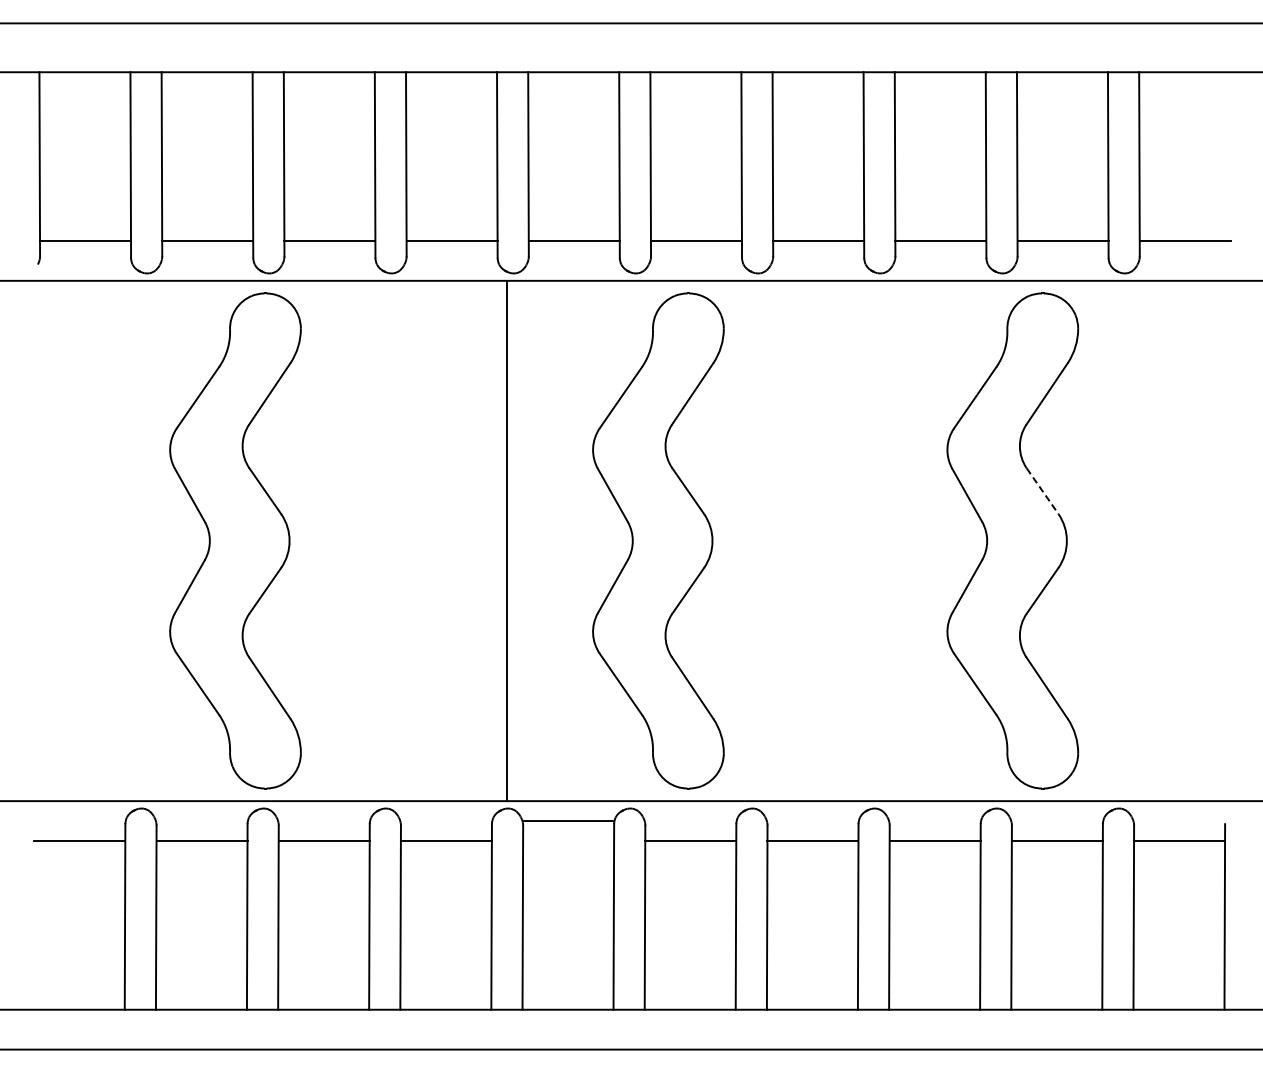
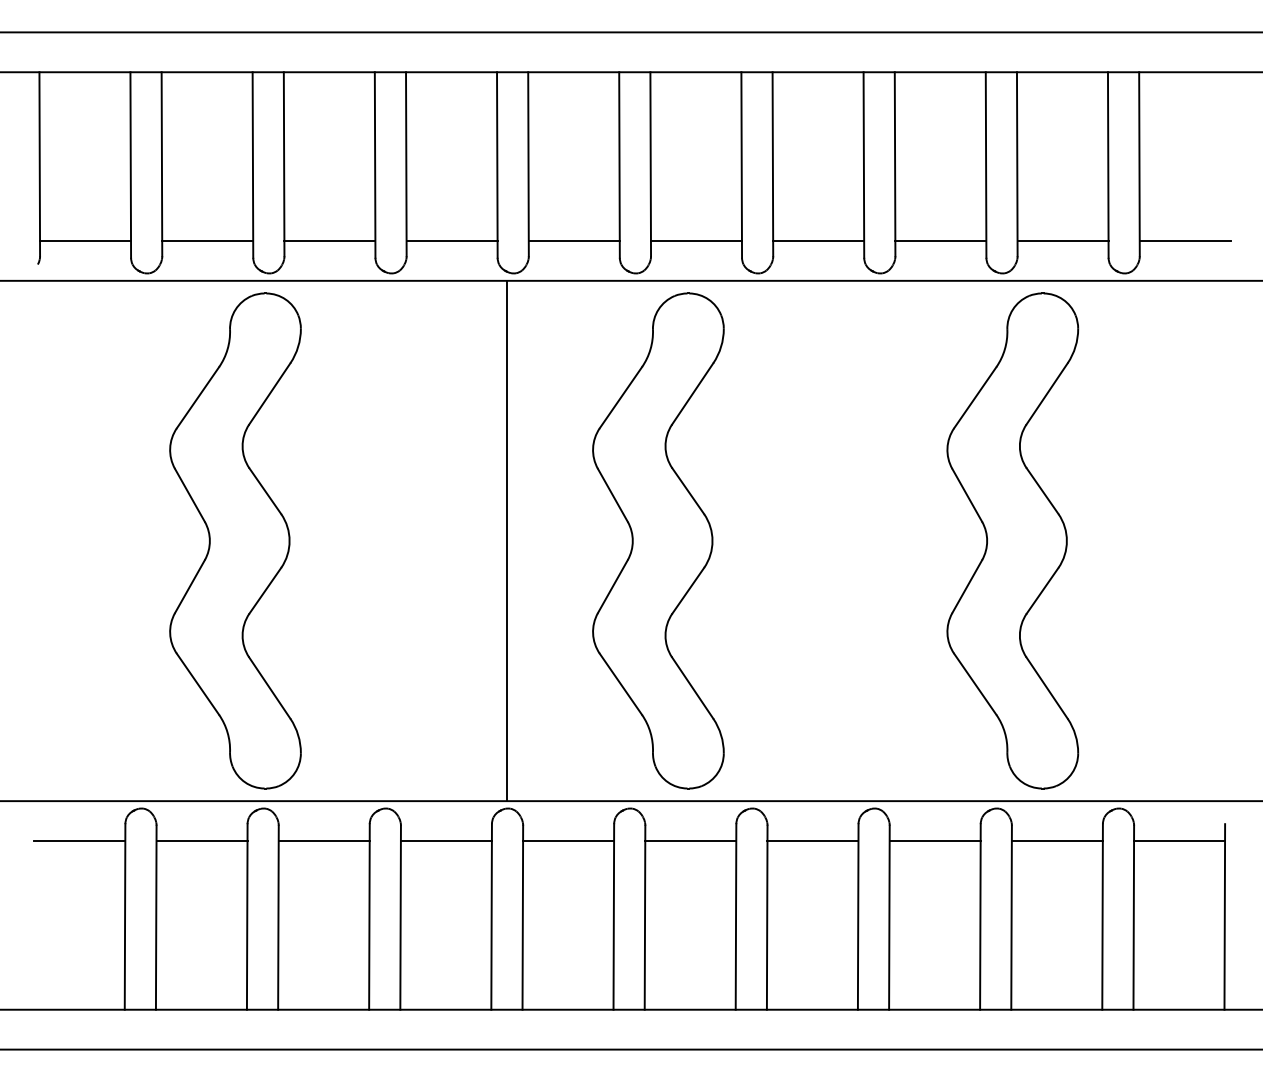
line at (630, 23) position: (630, 23) -> (630, 32)
line at (1042, 491): dashed -> solid
line at (568, 821) position: (568, 821) -> (568, 841)
